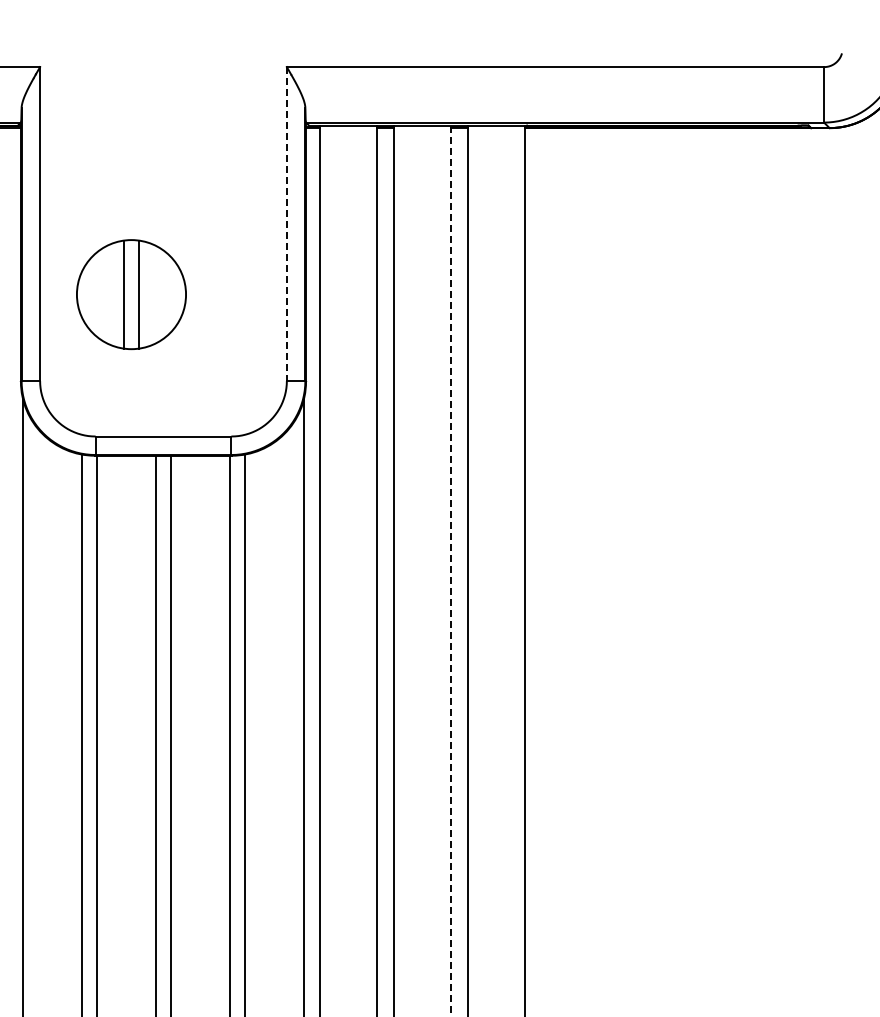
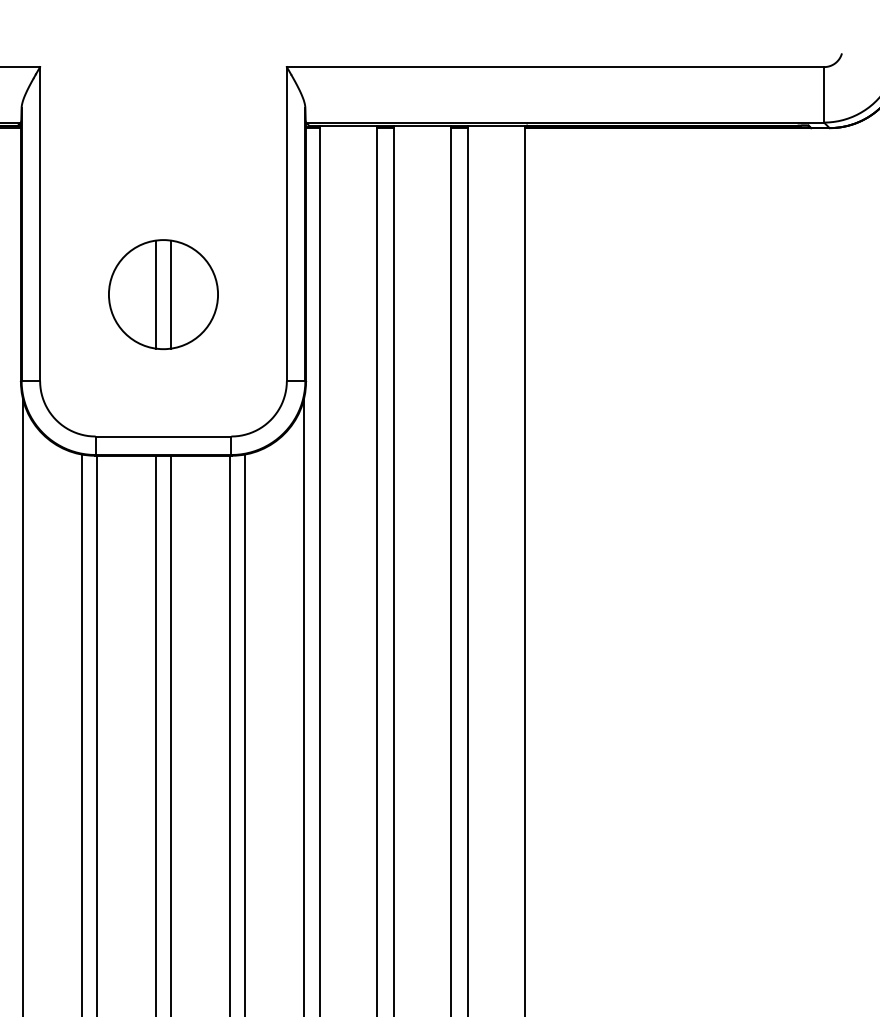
line at (286, 224): dashed -> solid
part at (131, 294) position: (131, 294) -> (163, 294)
line at (451, 571): dashed -> solid
